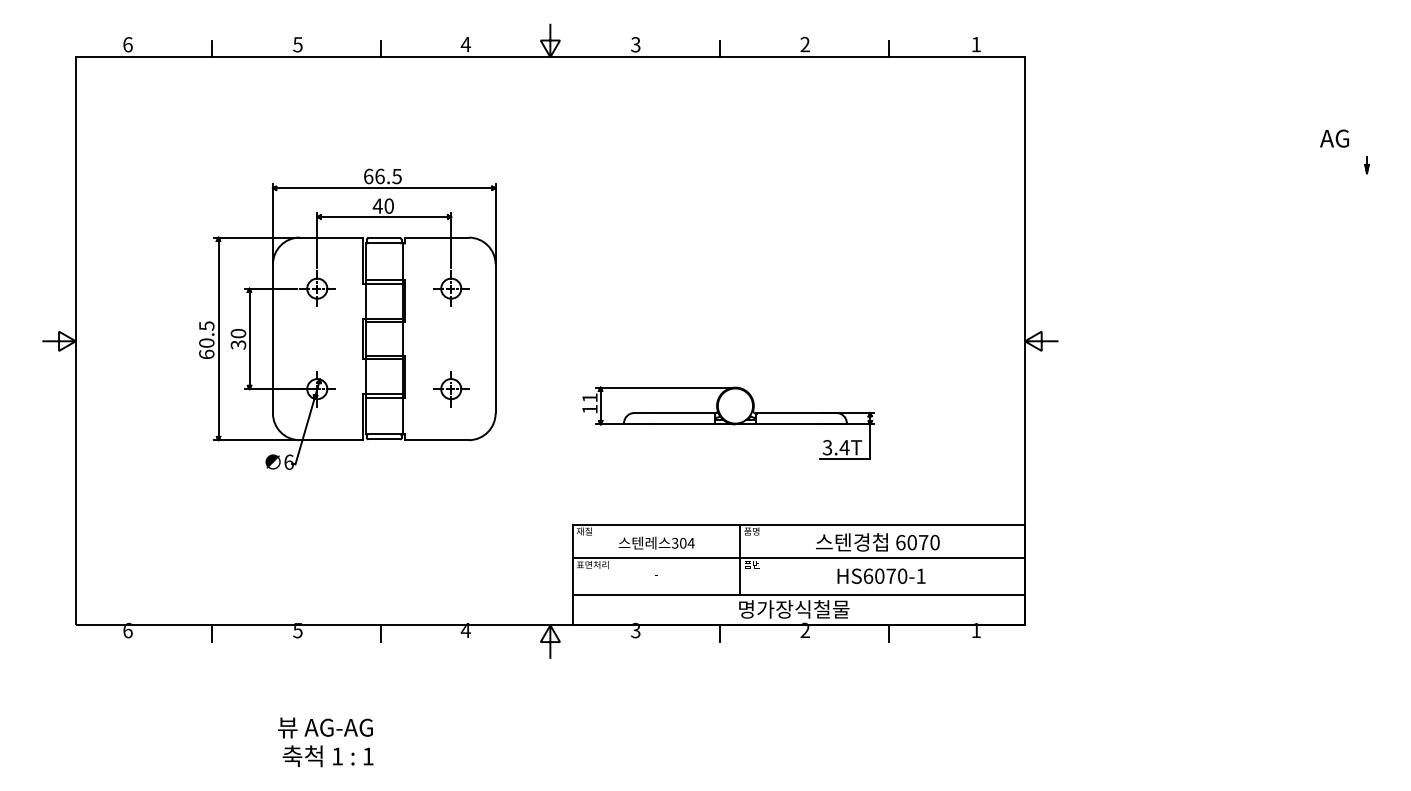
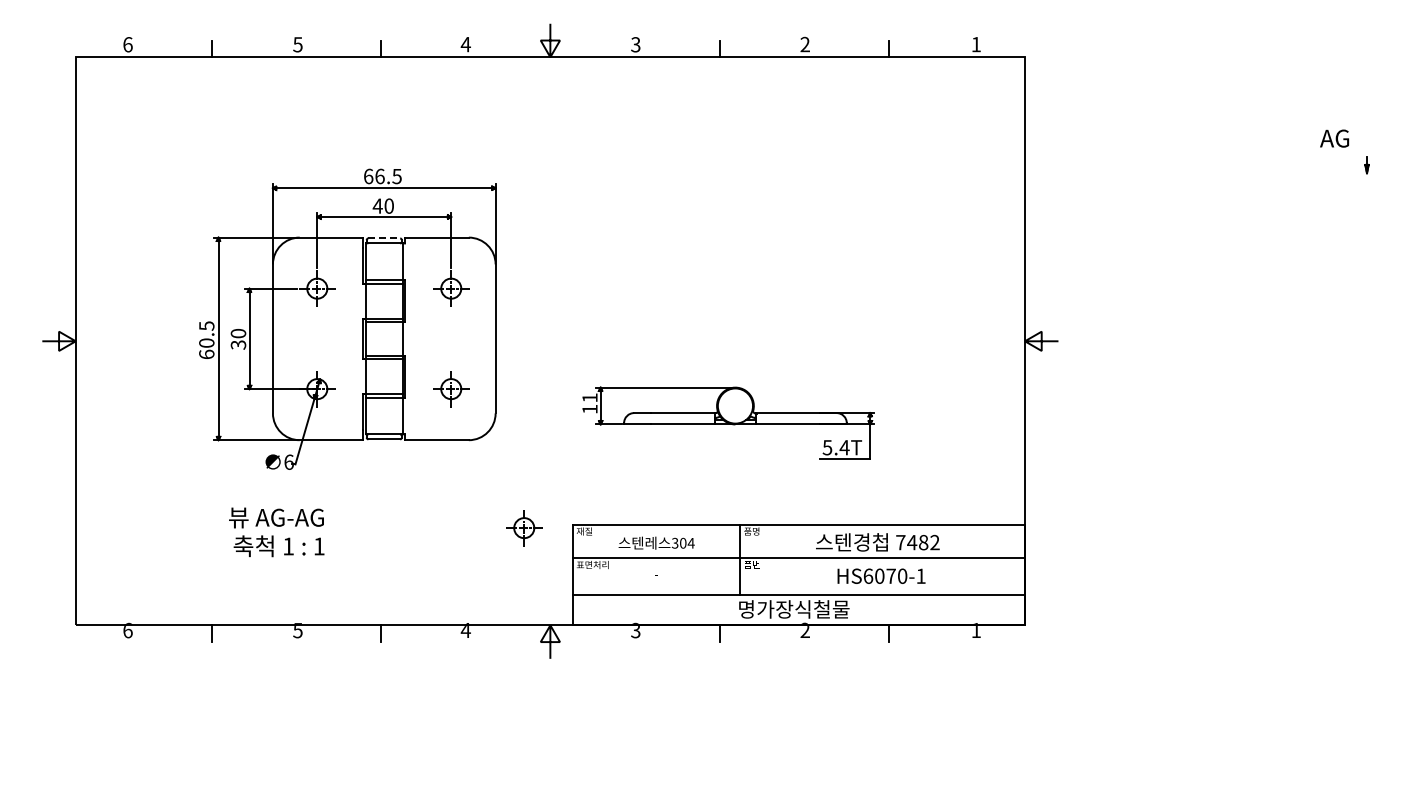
line at (384, 238): solid -> dashed
text at (827, 447): 3.4T -> 5.4T
part at (524, 528): none -> present
text at (917, 542): 6070 -> 7482
text at (325, 742) position: (325, 742) -> (276, 532)
